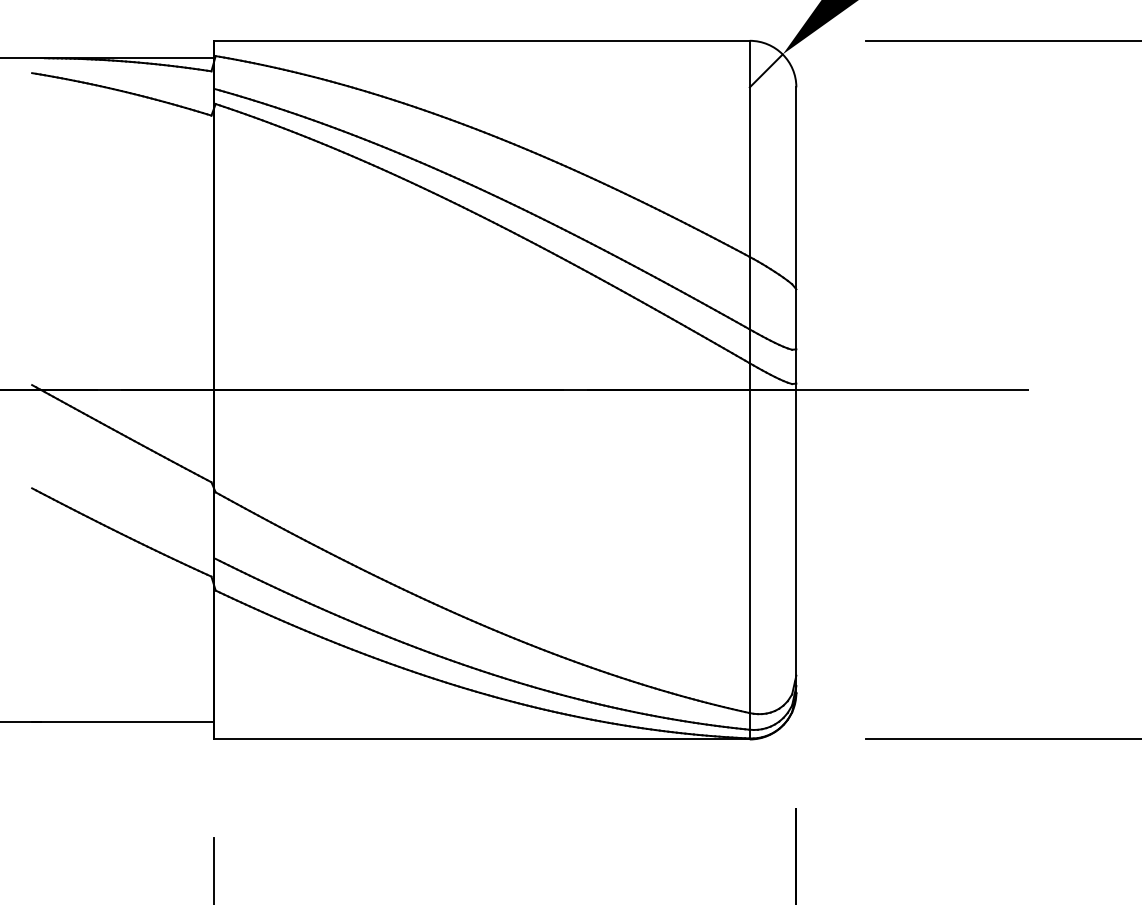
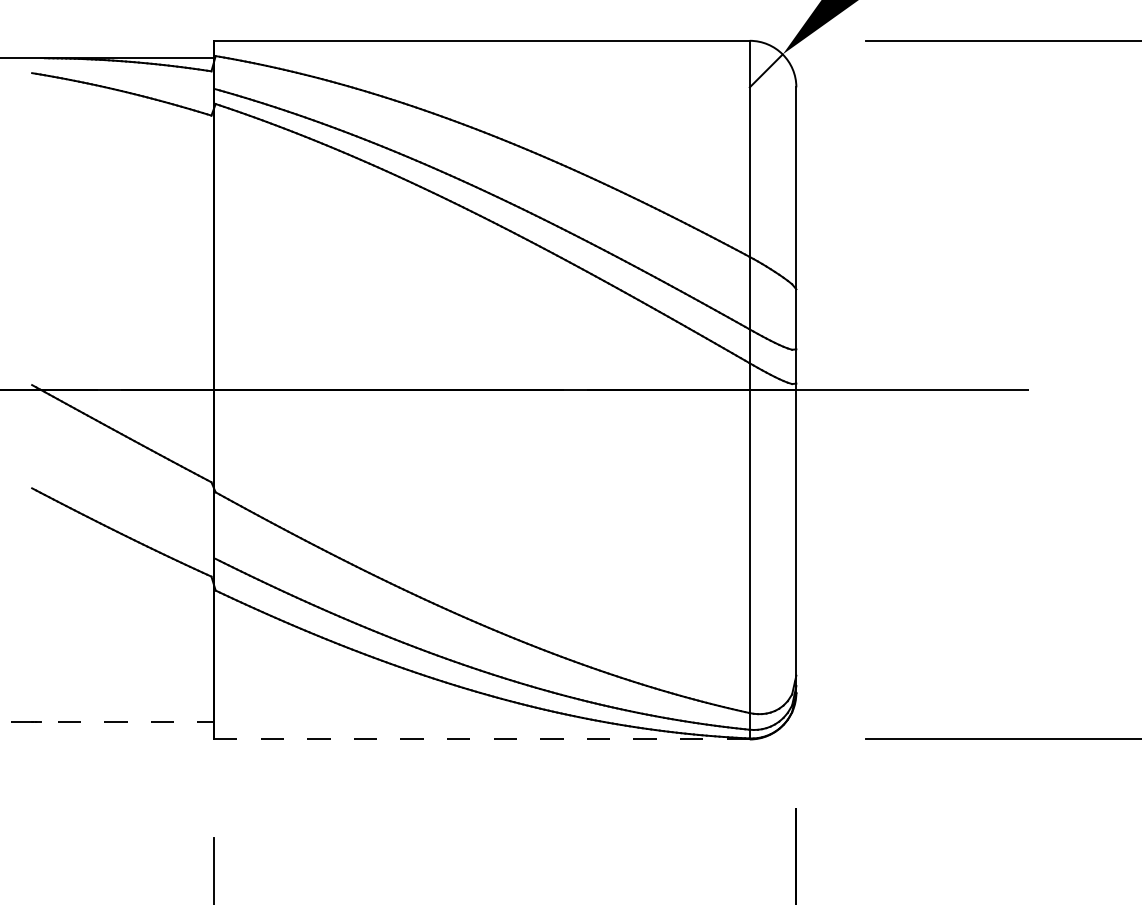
line at (107, 722): solid -> dashed
line at (481, 739): solid -> dashed
